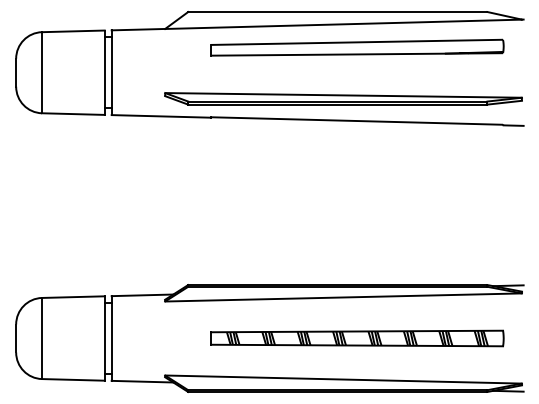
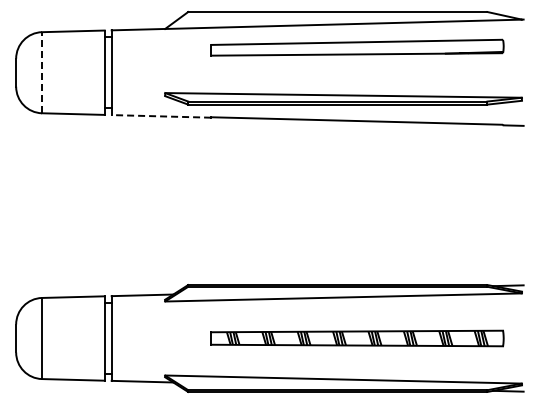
line at (42, 72): solid -> dashed
line at (161, 116): solid -> dashed
